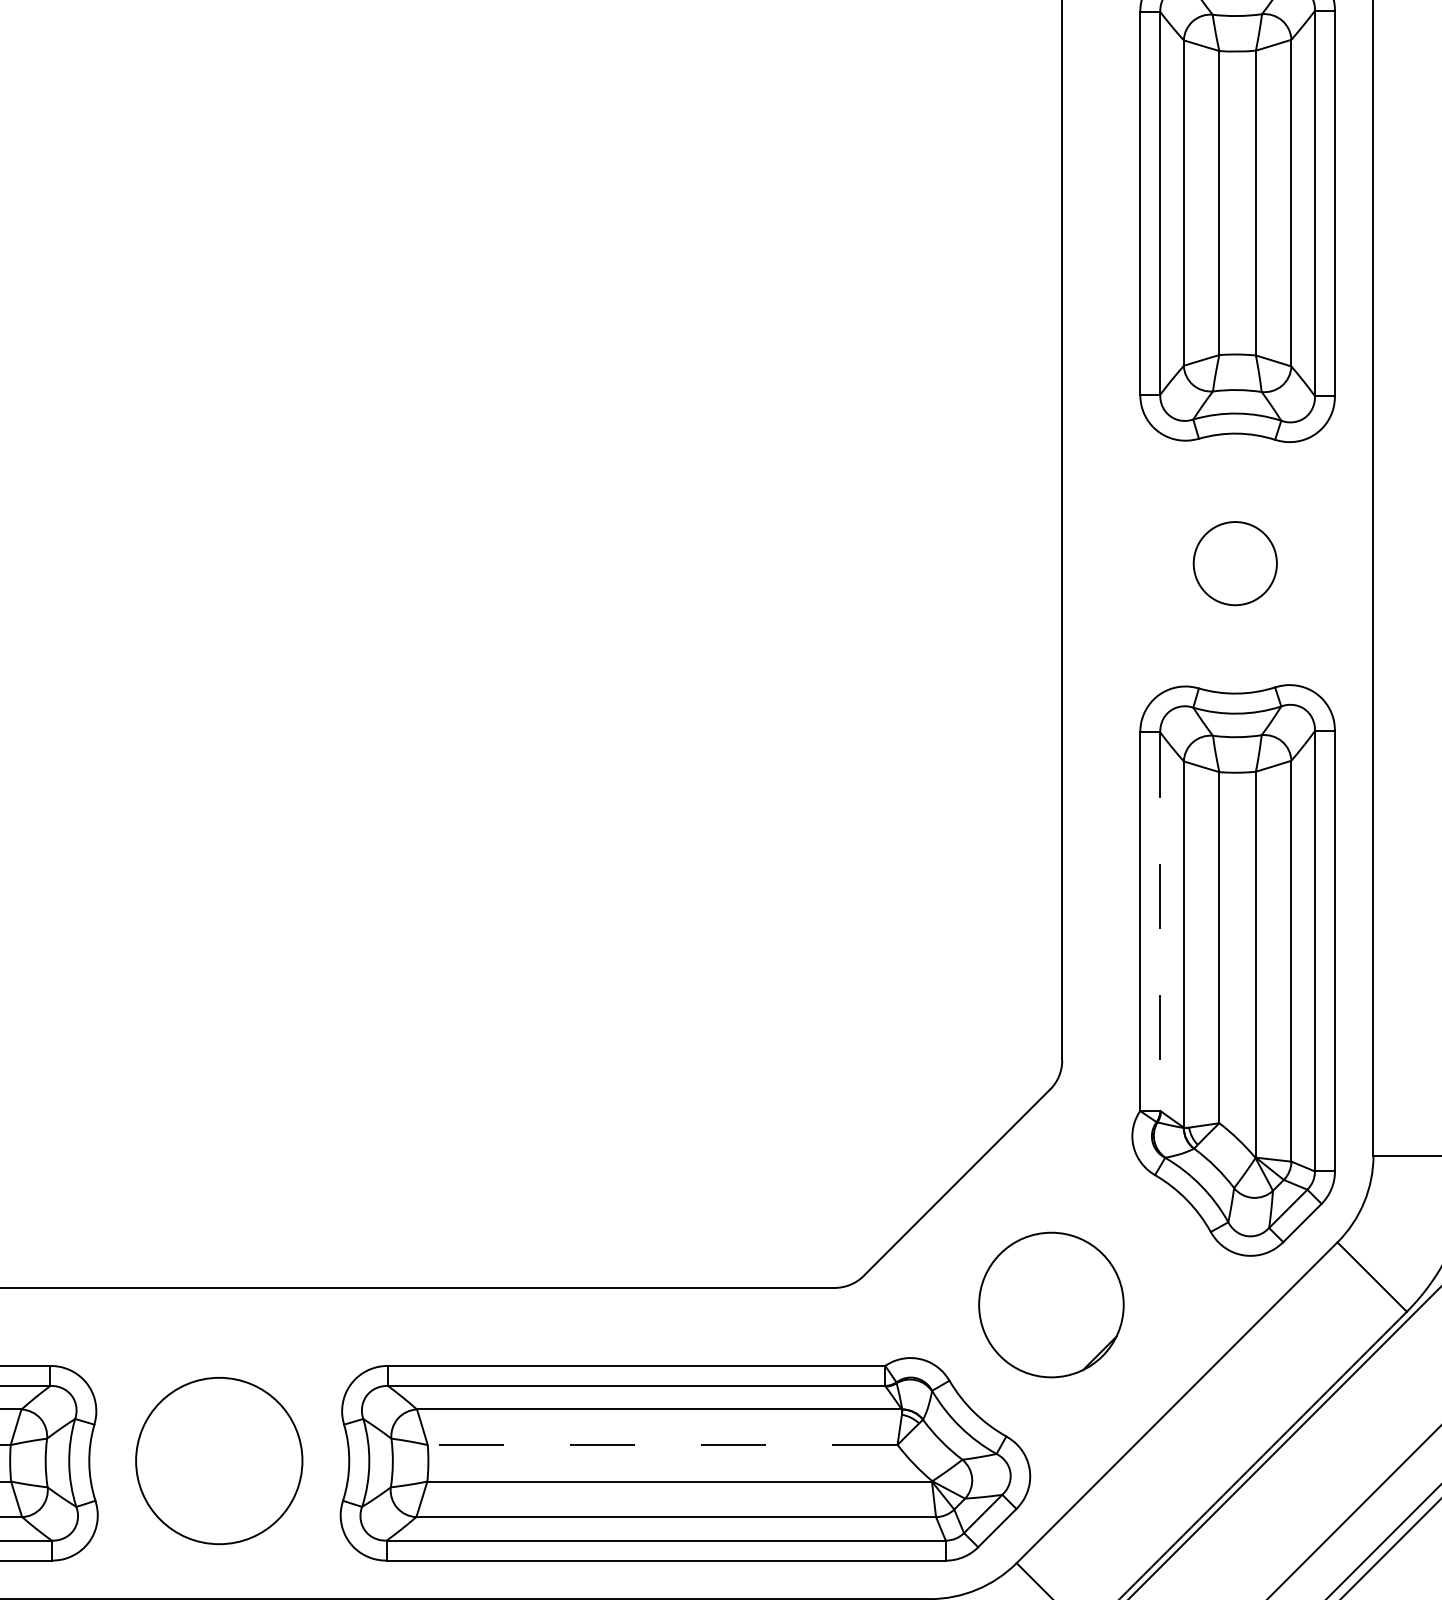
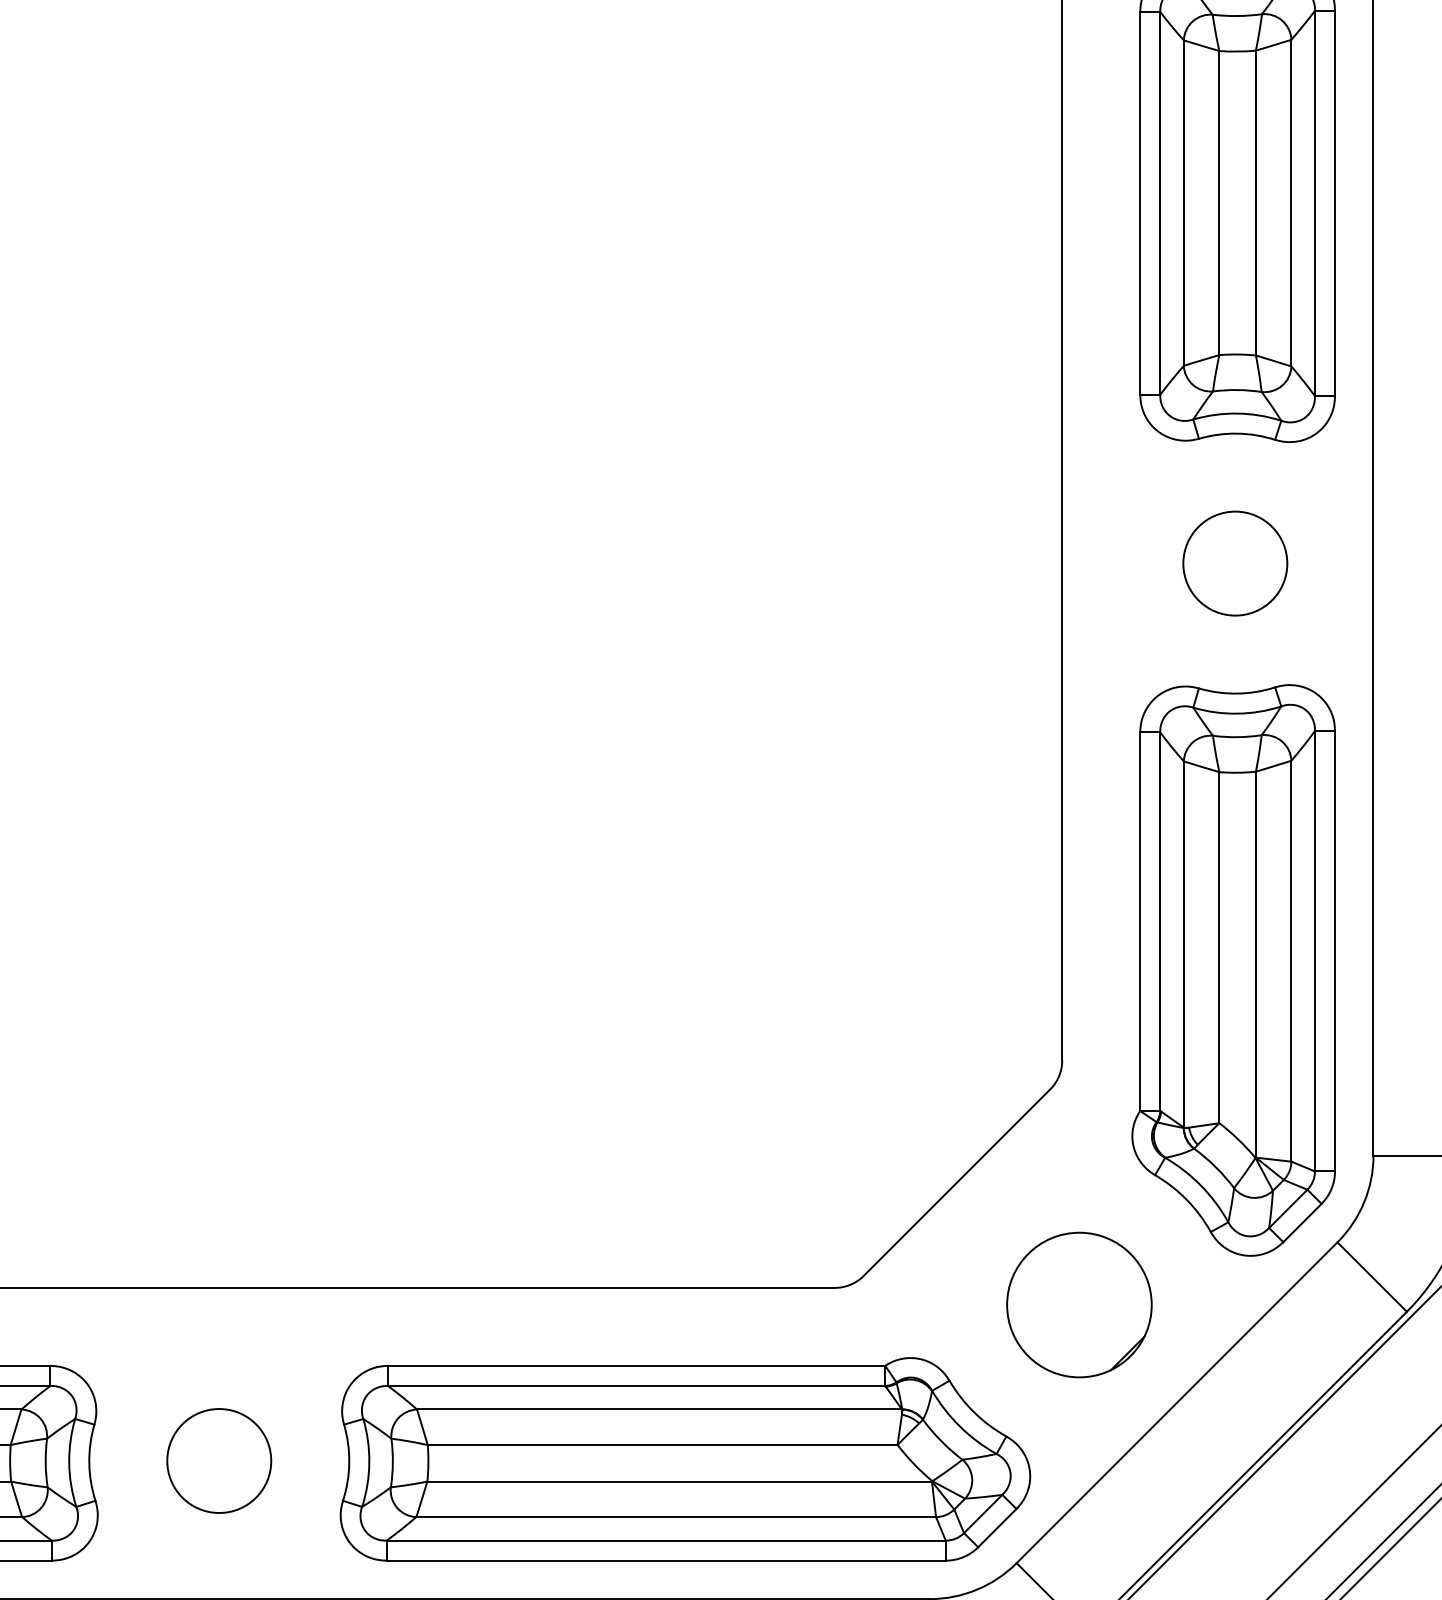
circle at (1234, 563) diameter: 83 px -> 104 px
line at (1160, 922): dashed -> solid
part at (1051, 1304) position: (1051, 1304) -> (1079, 1304)
line at (662, 1445): dashed -> solid
circle at (219, 1460) diameter: 166 px -> 104 px
